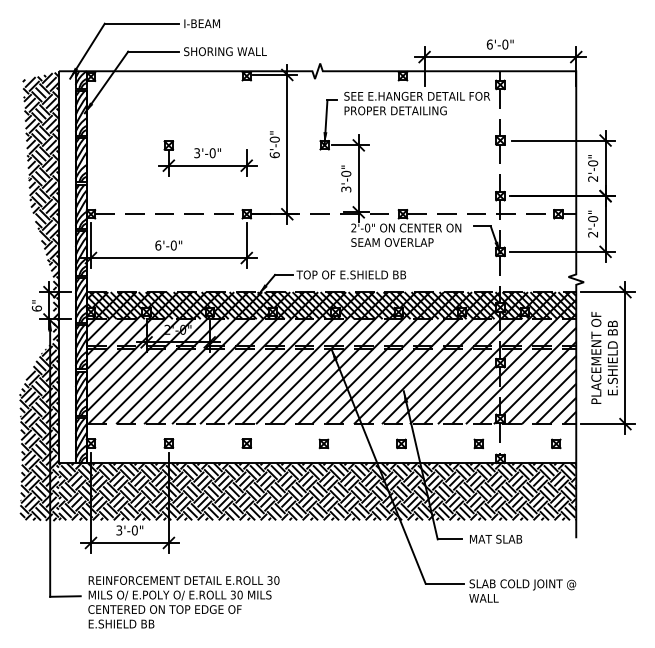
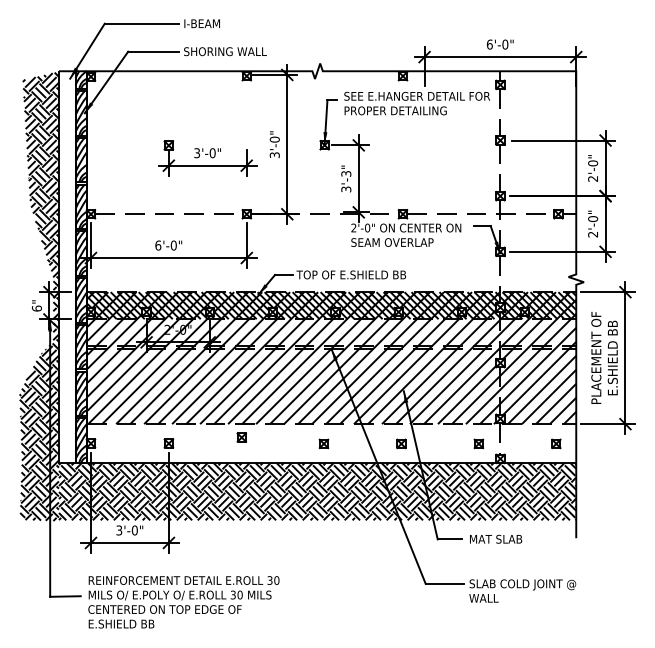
text at (274, 155): 6'-0" -> 3'-0"
text at (346, 173): 3'-0" -> 3'-3"
part at (246, 443) position: (246, 443) -> (241, 437)
